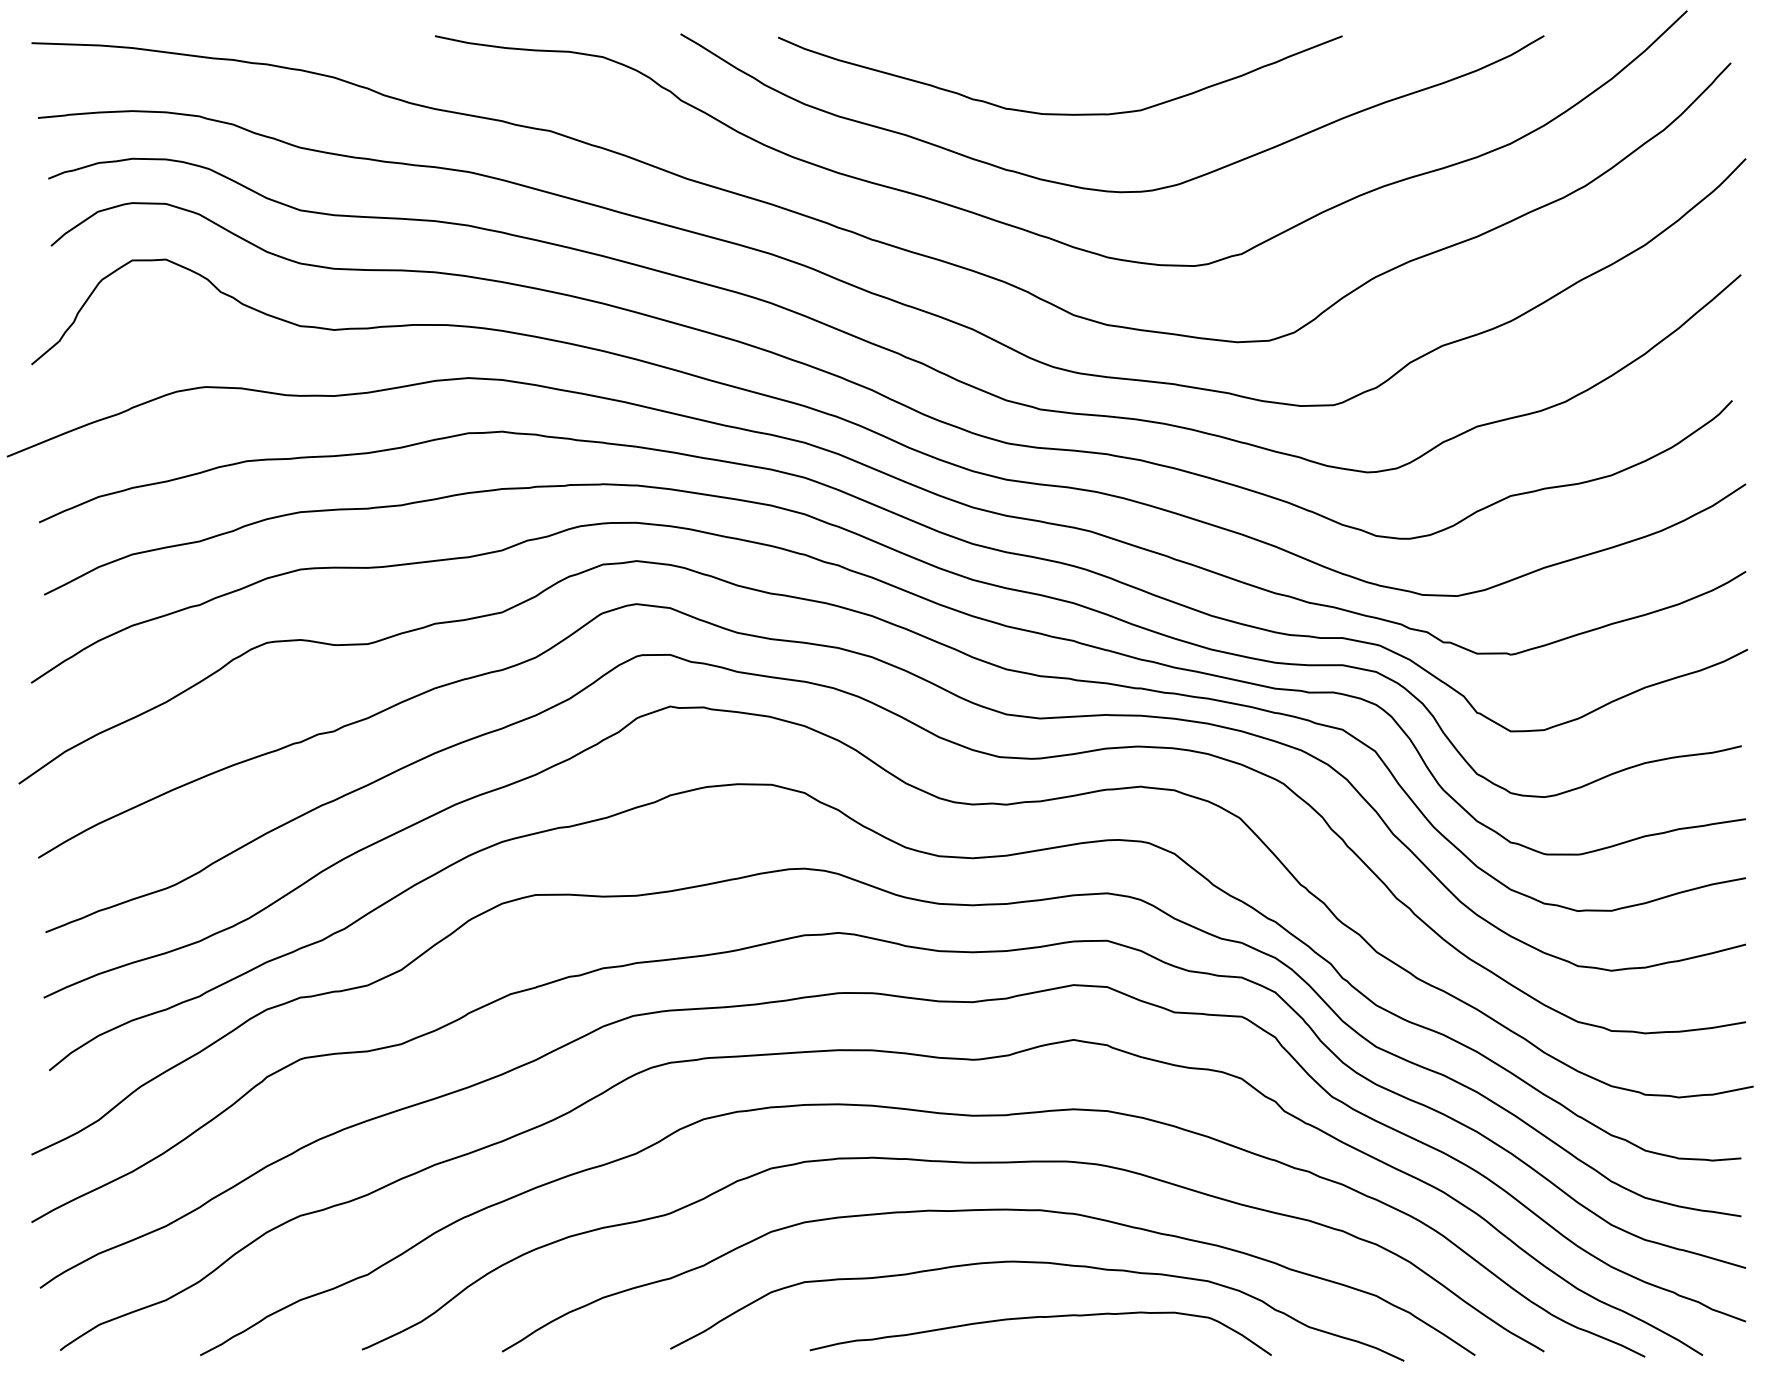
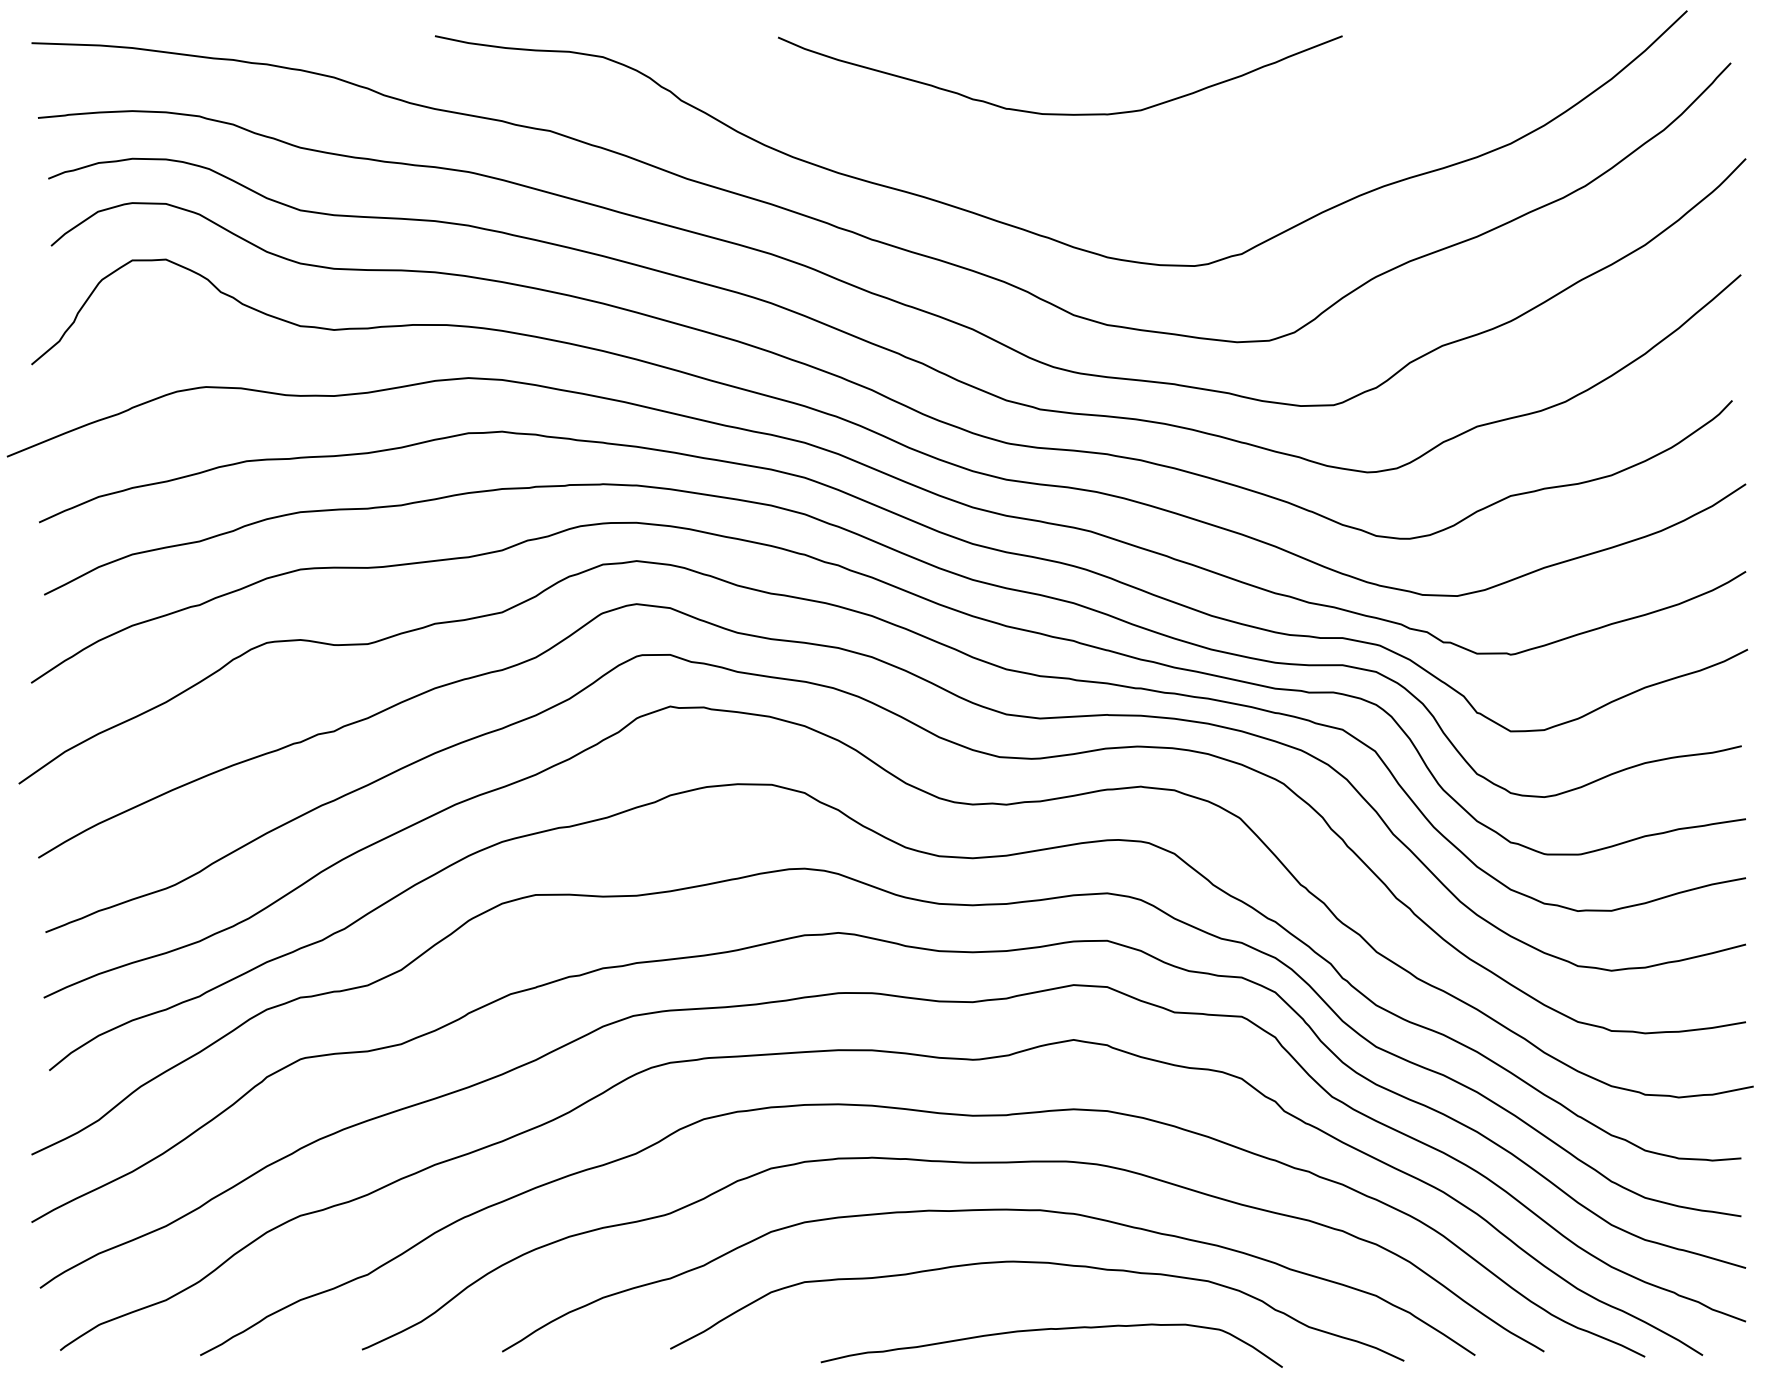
curve at (1102, 189): present -> none
curve at (1035, 1318) position: (1035, 1318) -> (1046, 1330)
